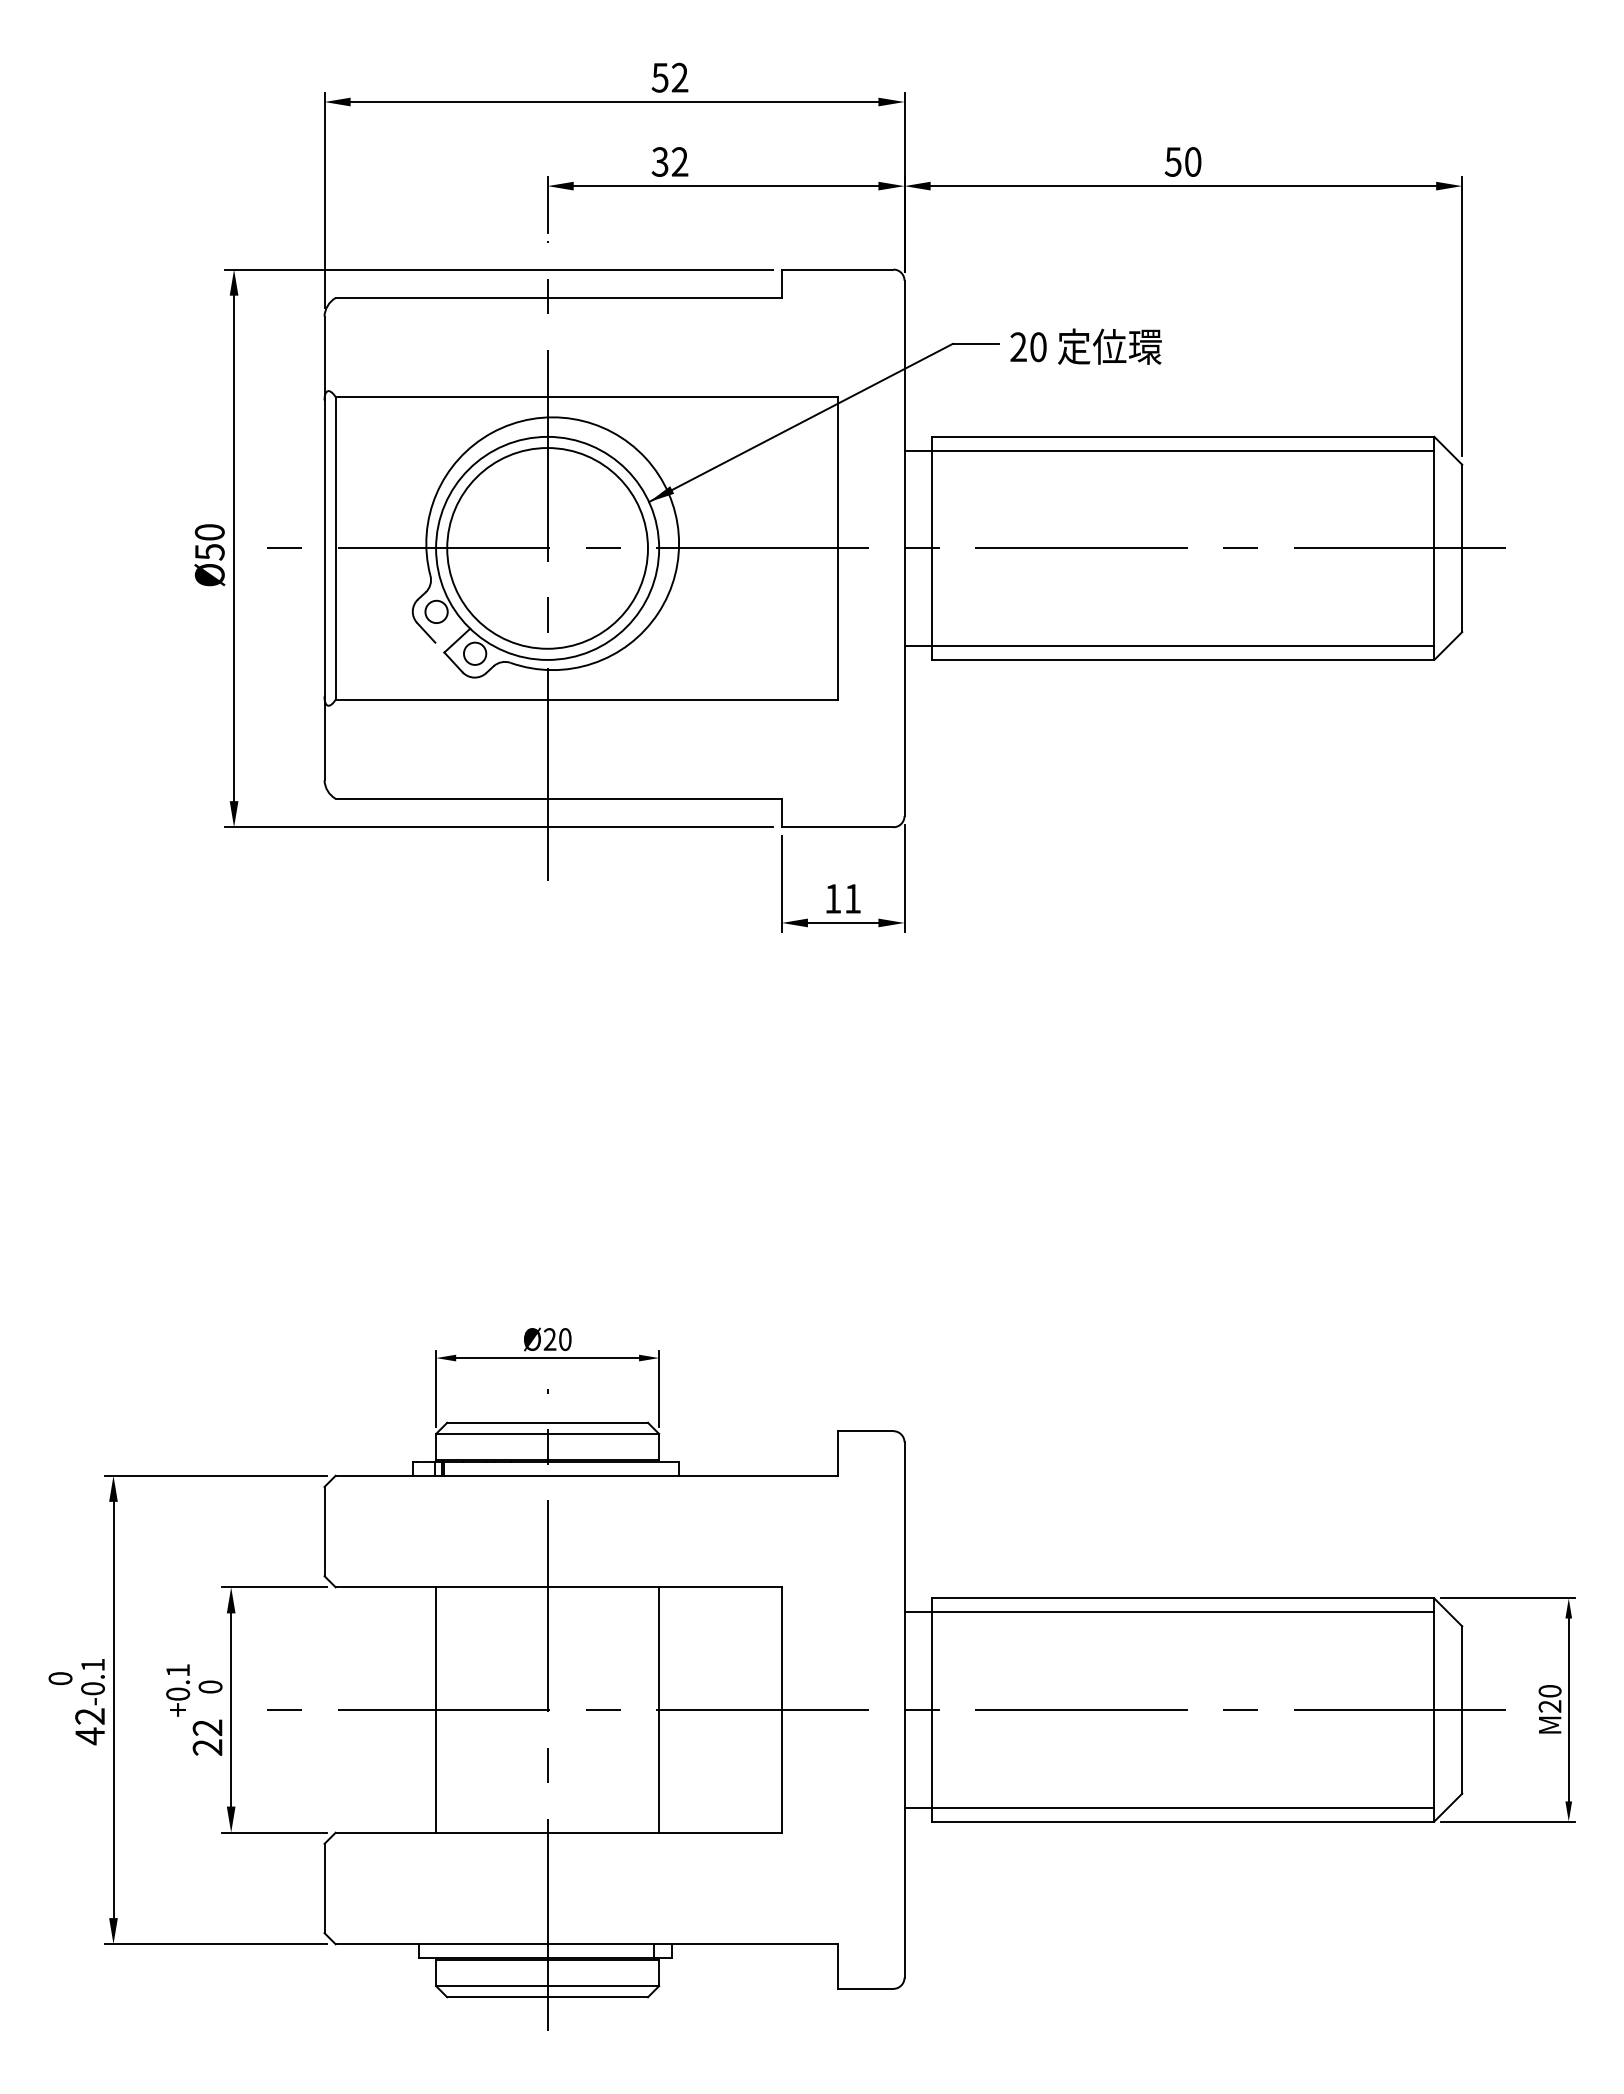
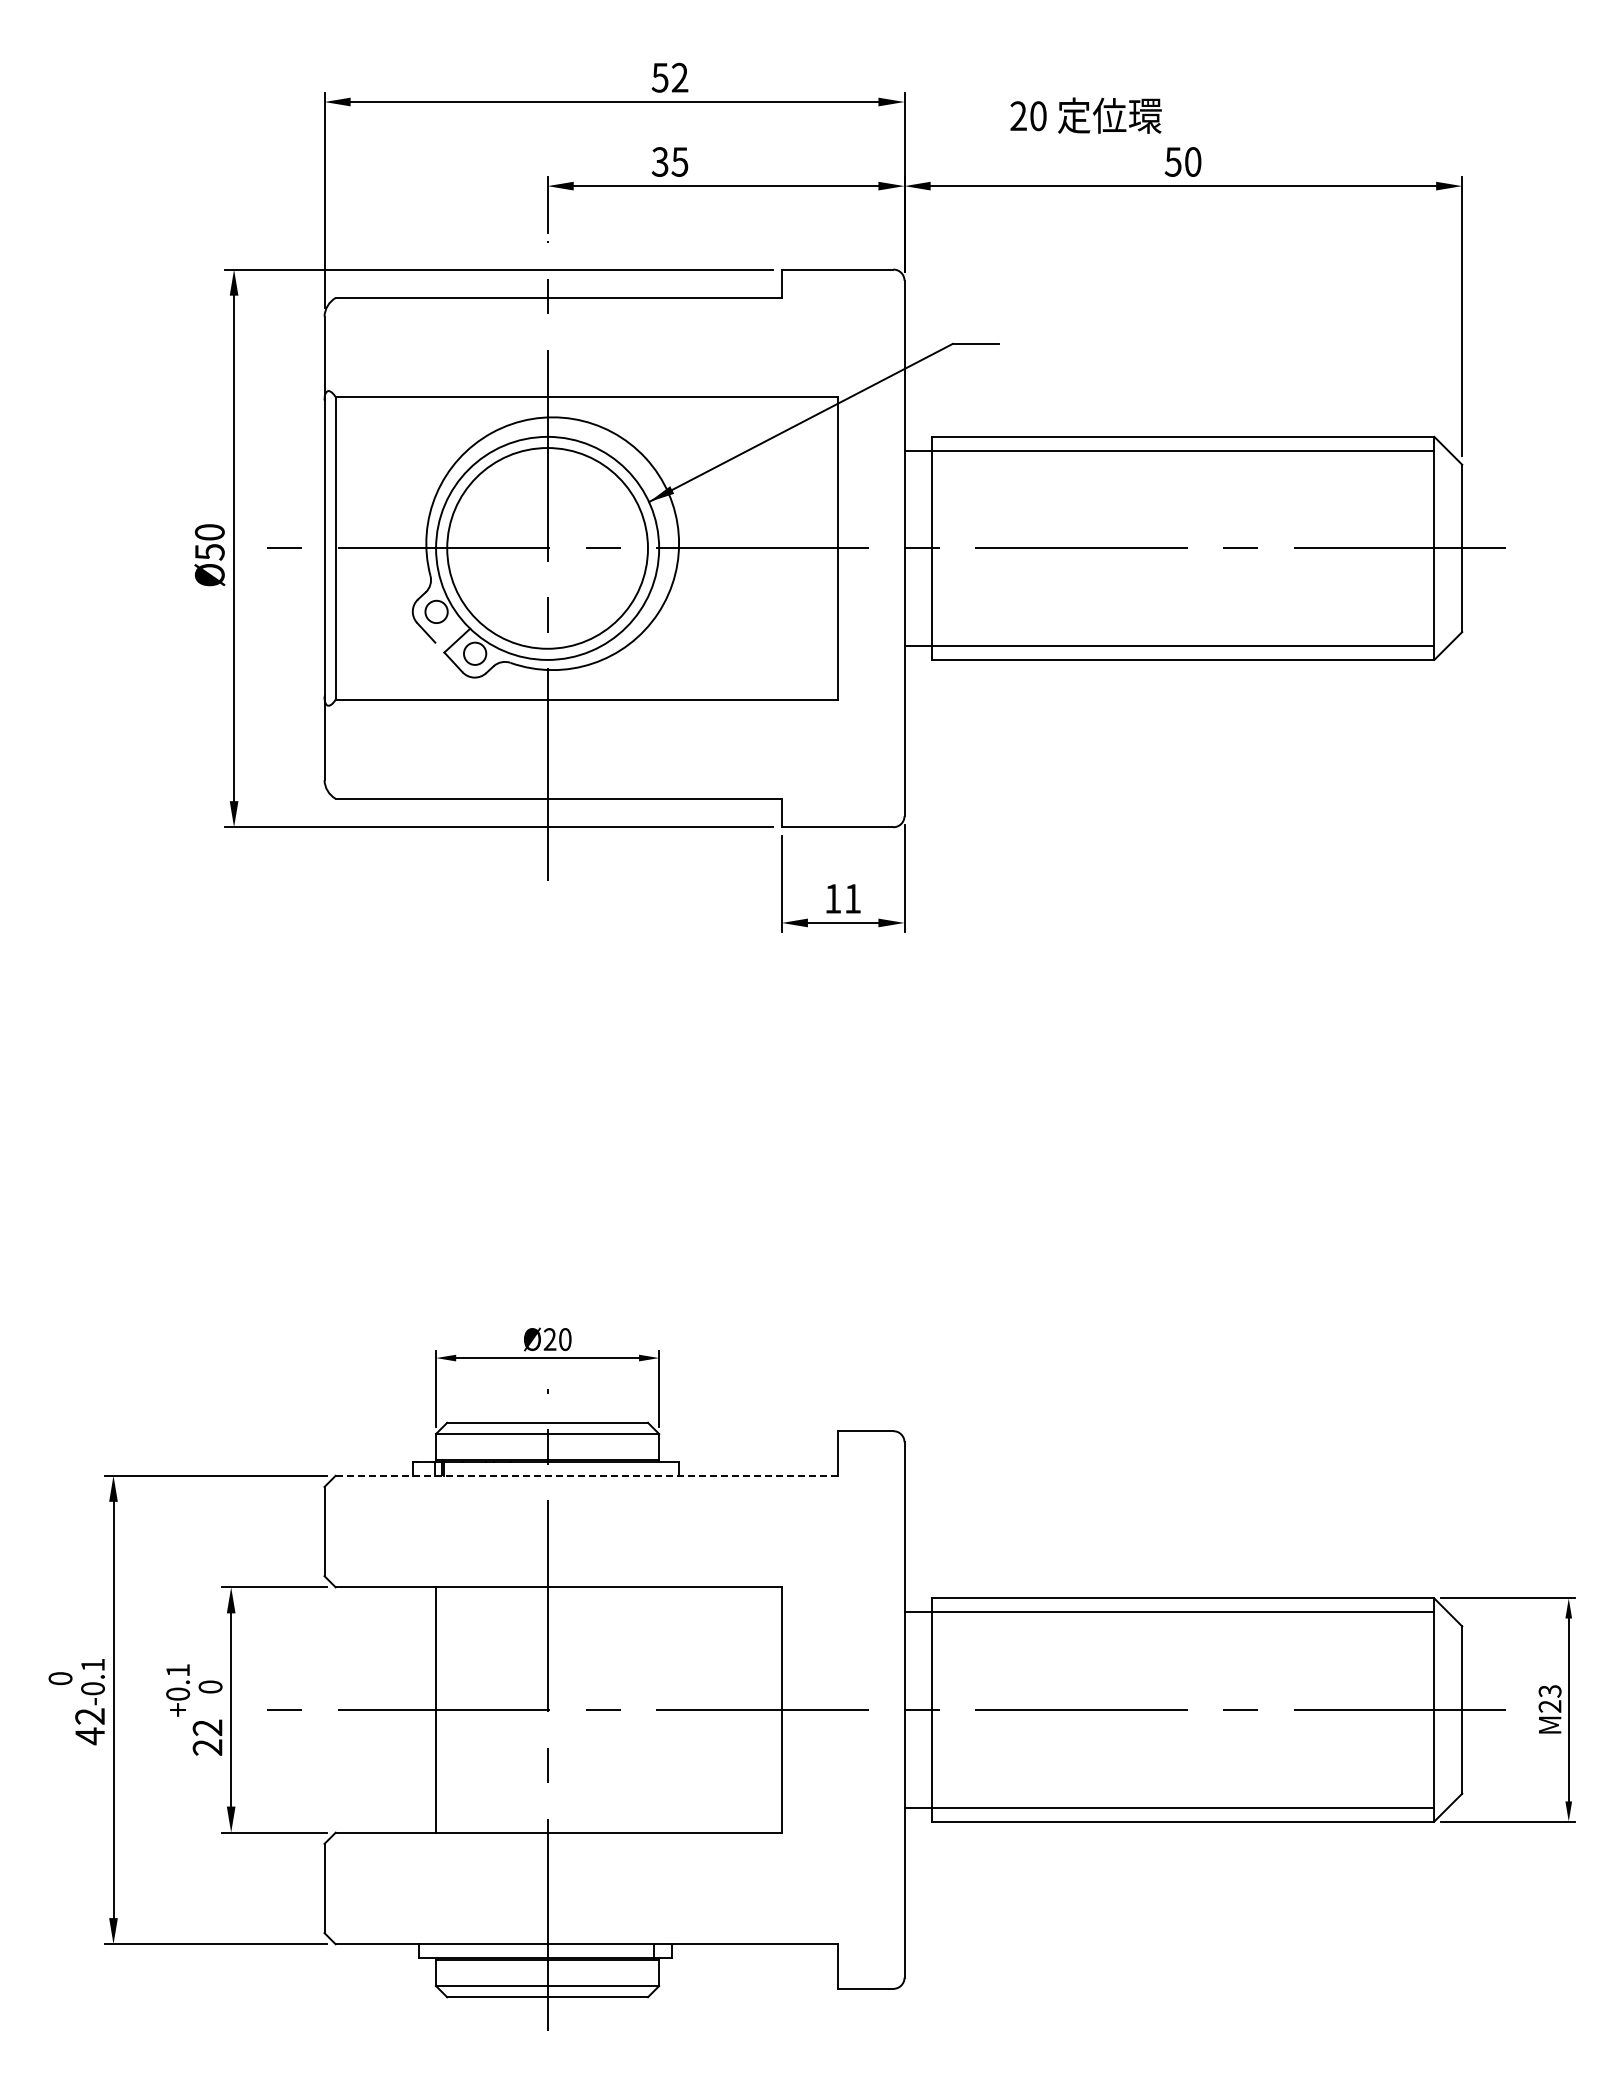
text at (679, 161): 32 -> 35
text at (1085, 346) position: (1085, 346) -> (1085, 115)
line at (586, 1475): solid -> dashed
text at (1549, 1691): M20 -> M23
line at (659, 1709): present -> none
